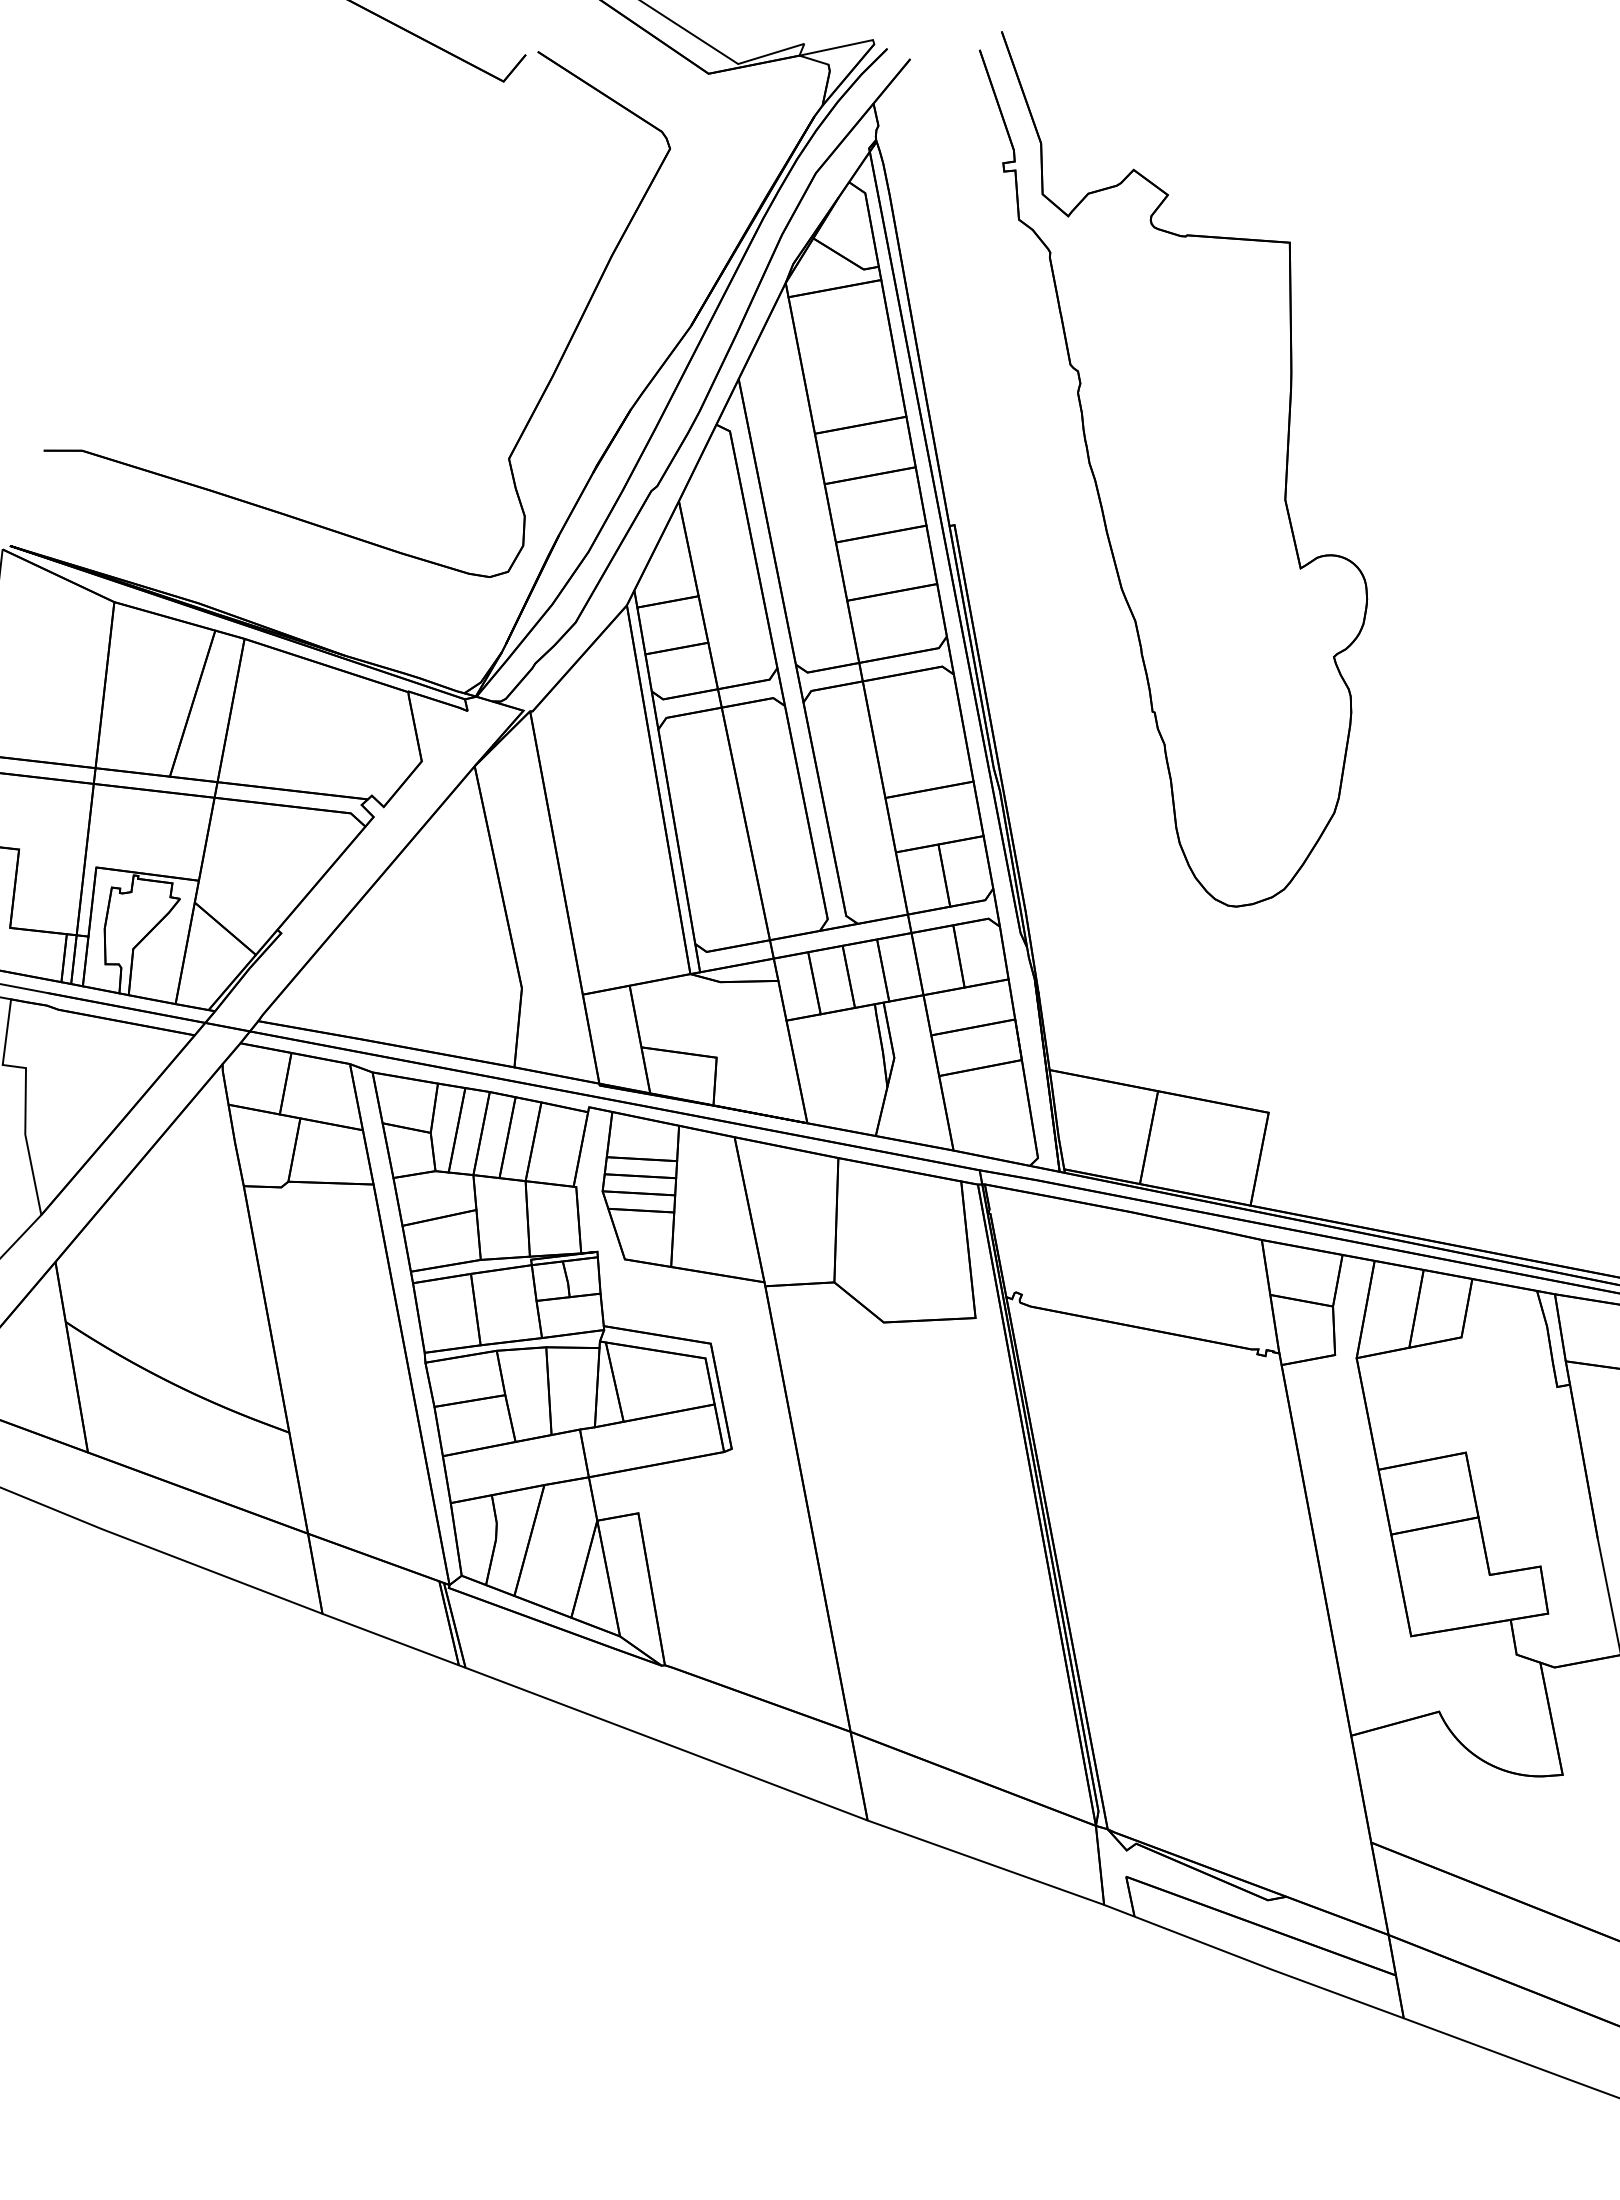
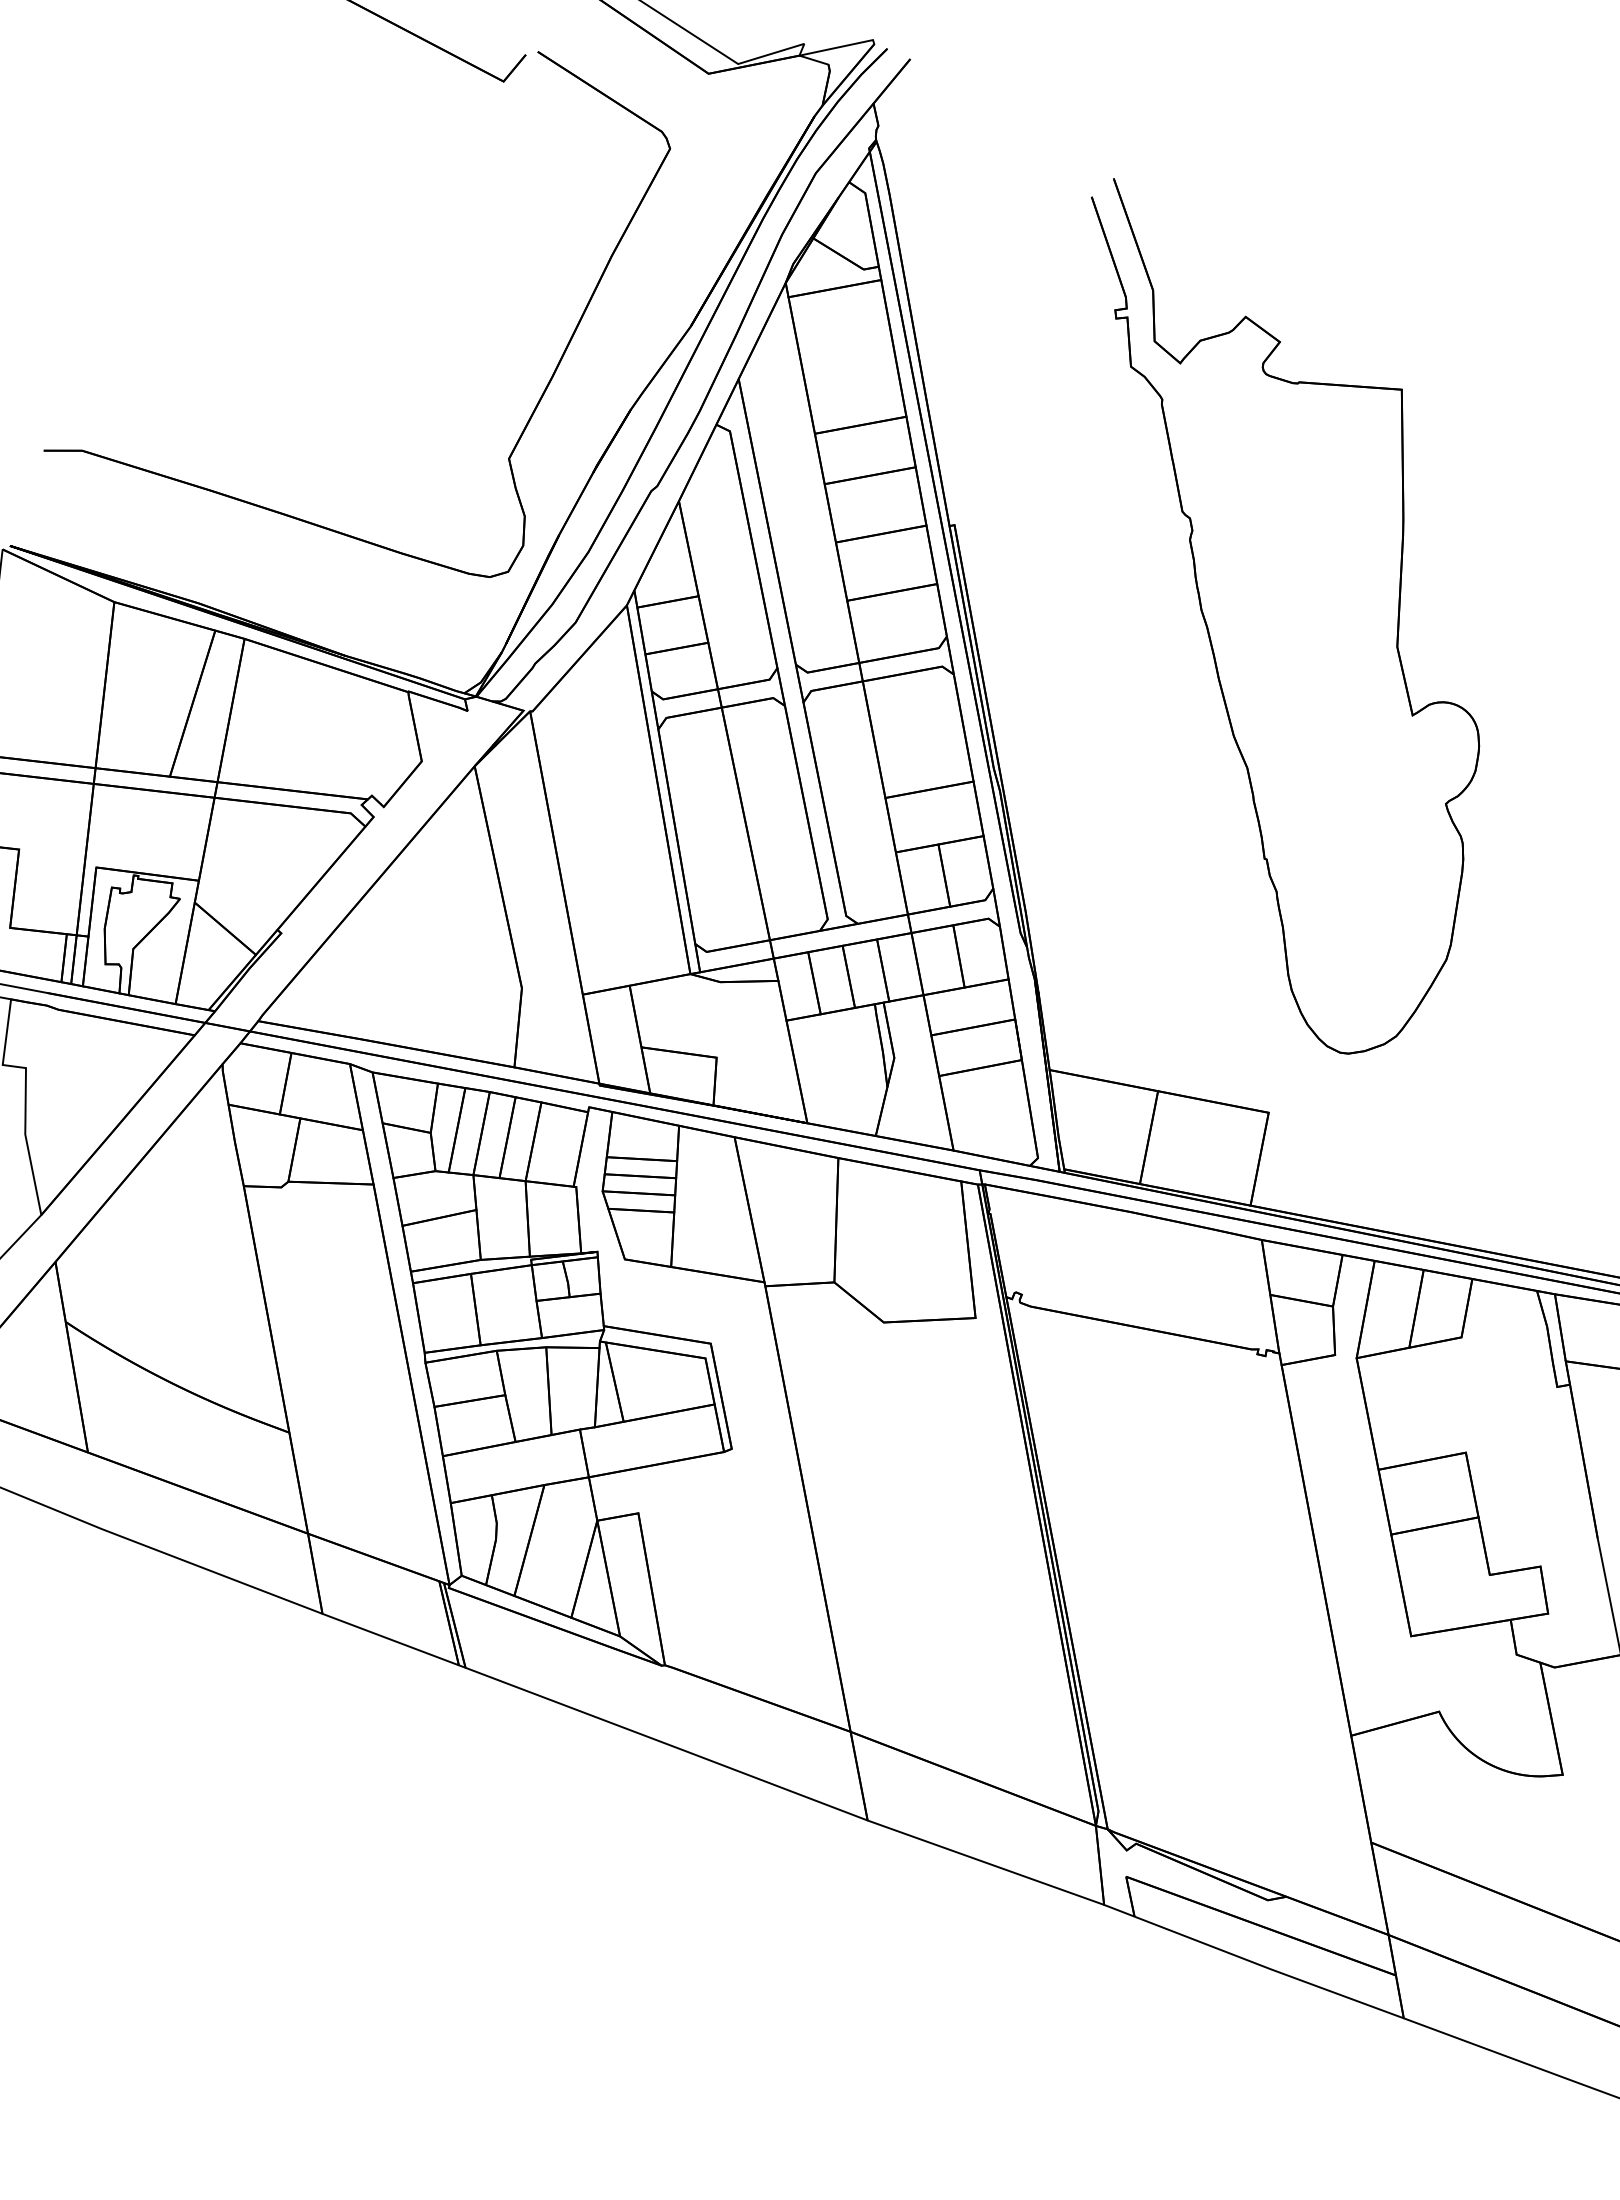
part at (1098, 488) position: (1098, 488) -> (1210, 635)
